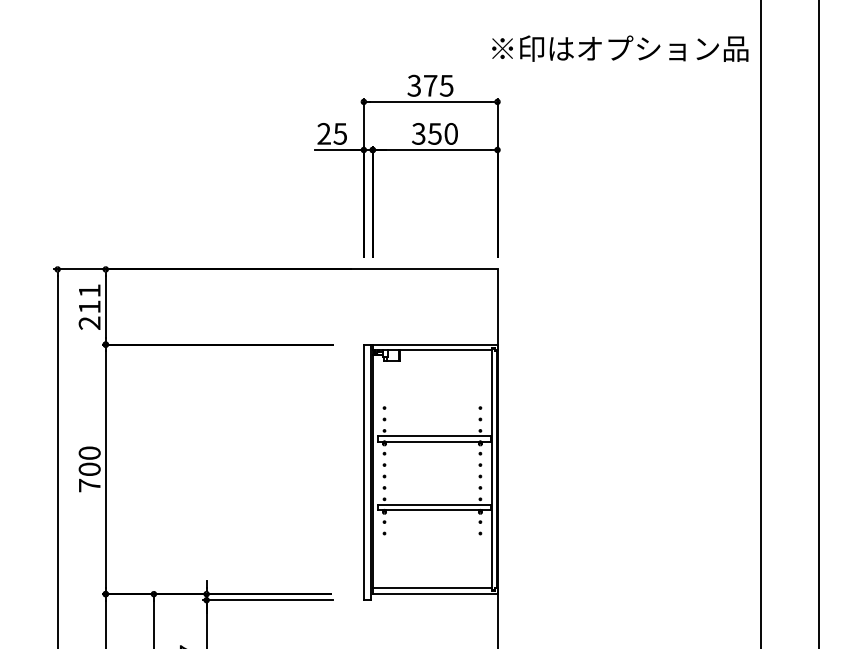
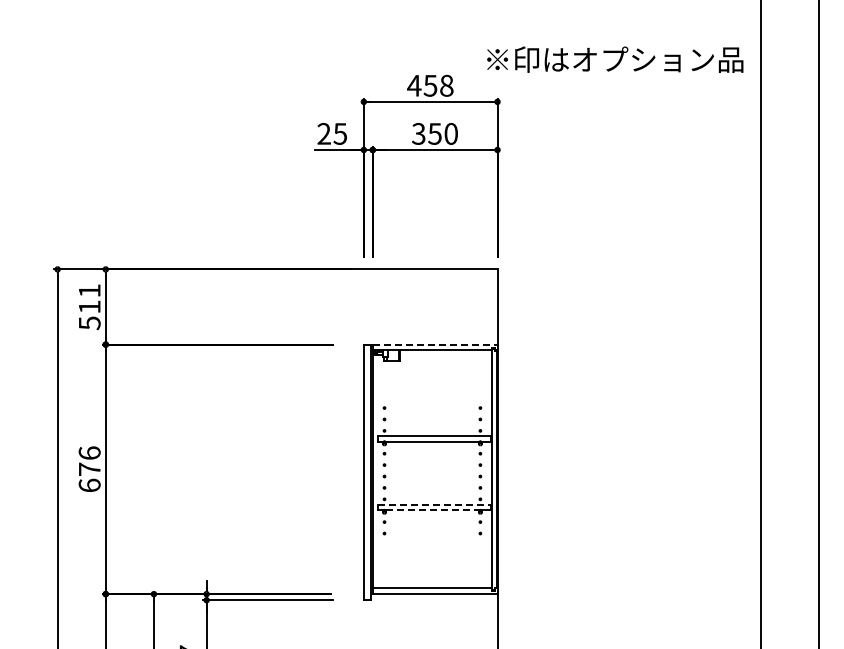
text at (620, 48) position: (620, 48) -> (615, 59)
text at (430, 85): 375 -> 458
text at (89, 323): 211 -> 511
line at (435, 344): solid -> dashed
text at (89, 469): 700 -> 676
line at (434, 504): solid -> dashed
line at (432, 510): solid -> dashed
